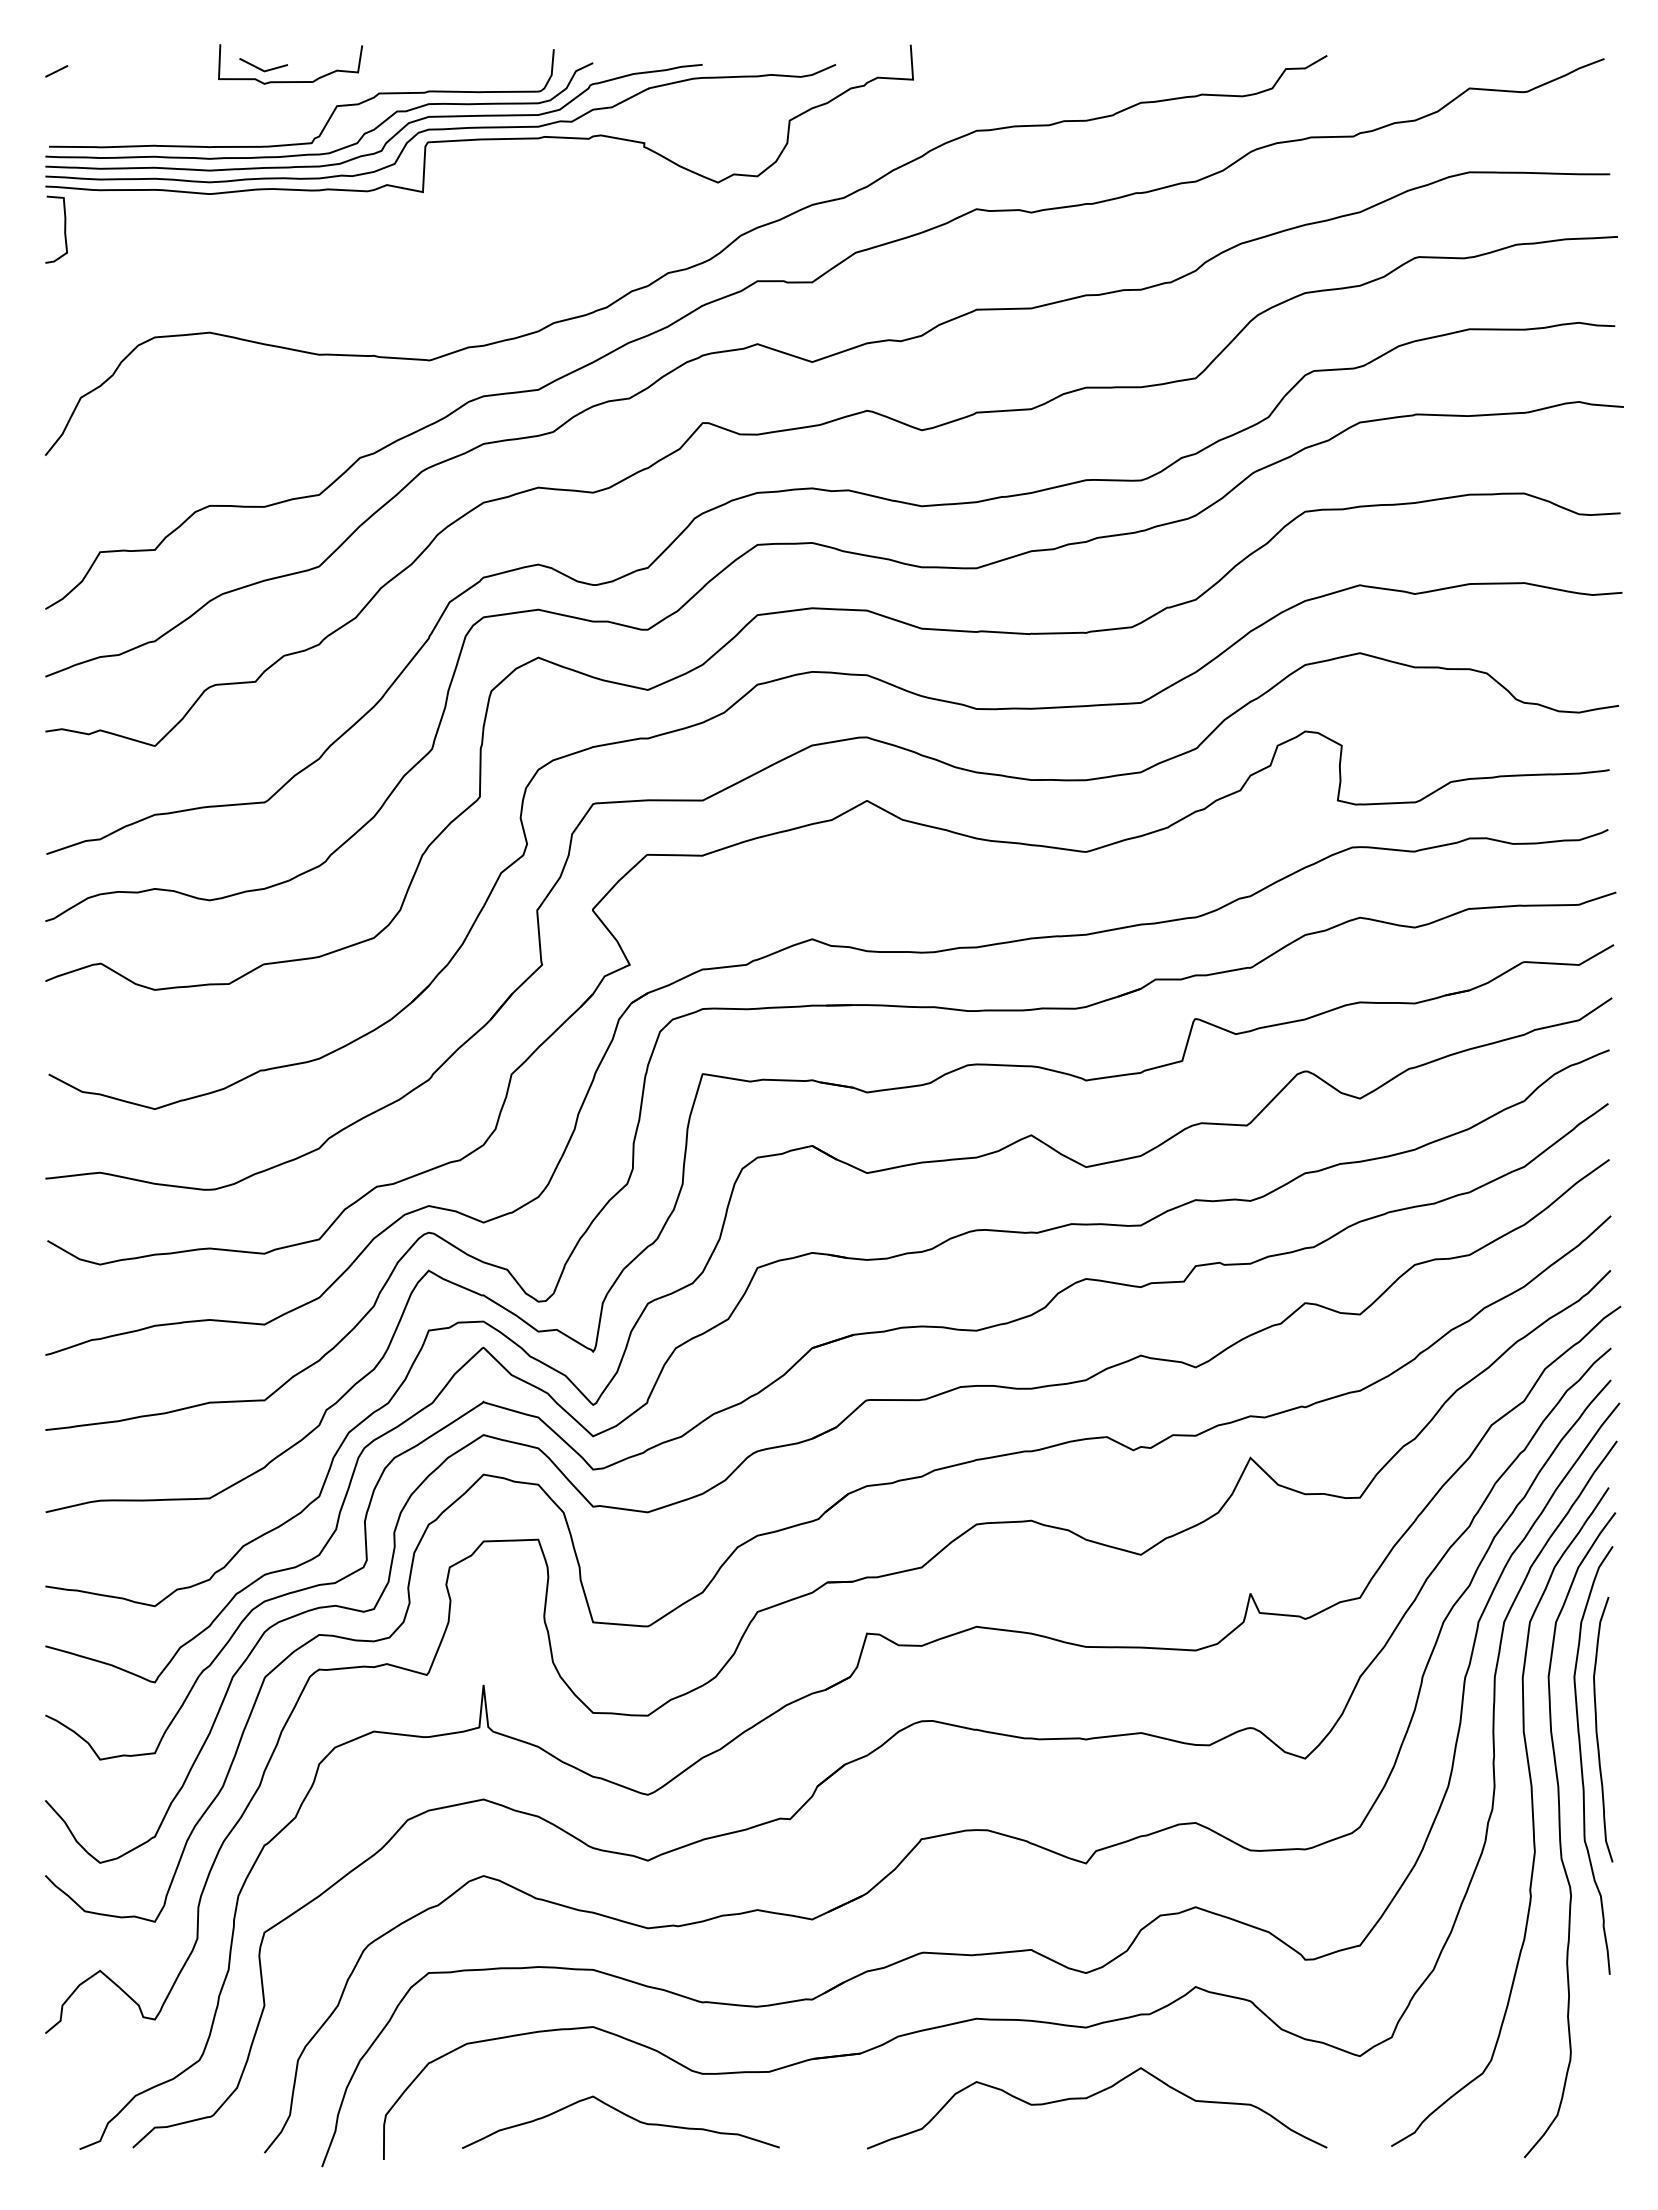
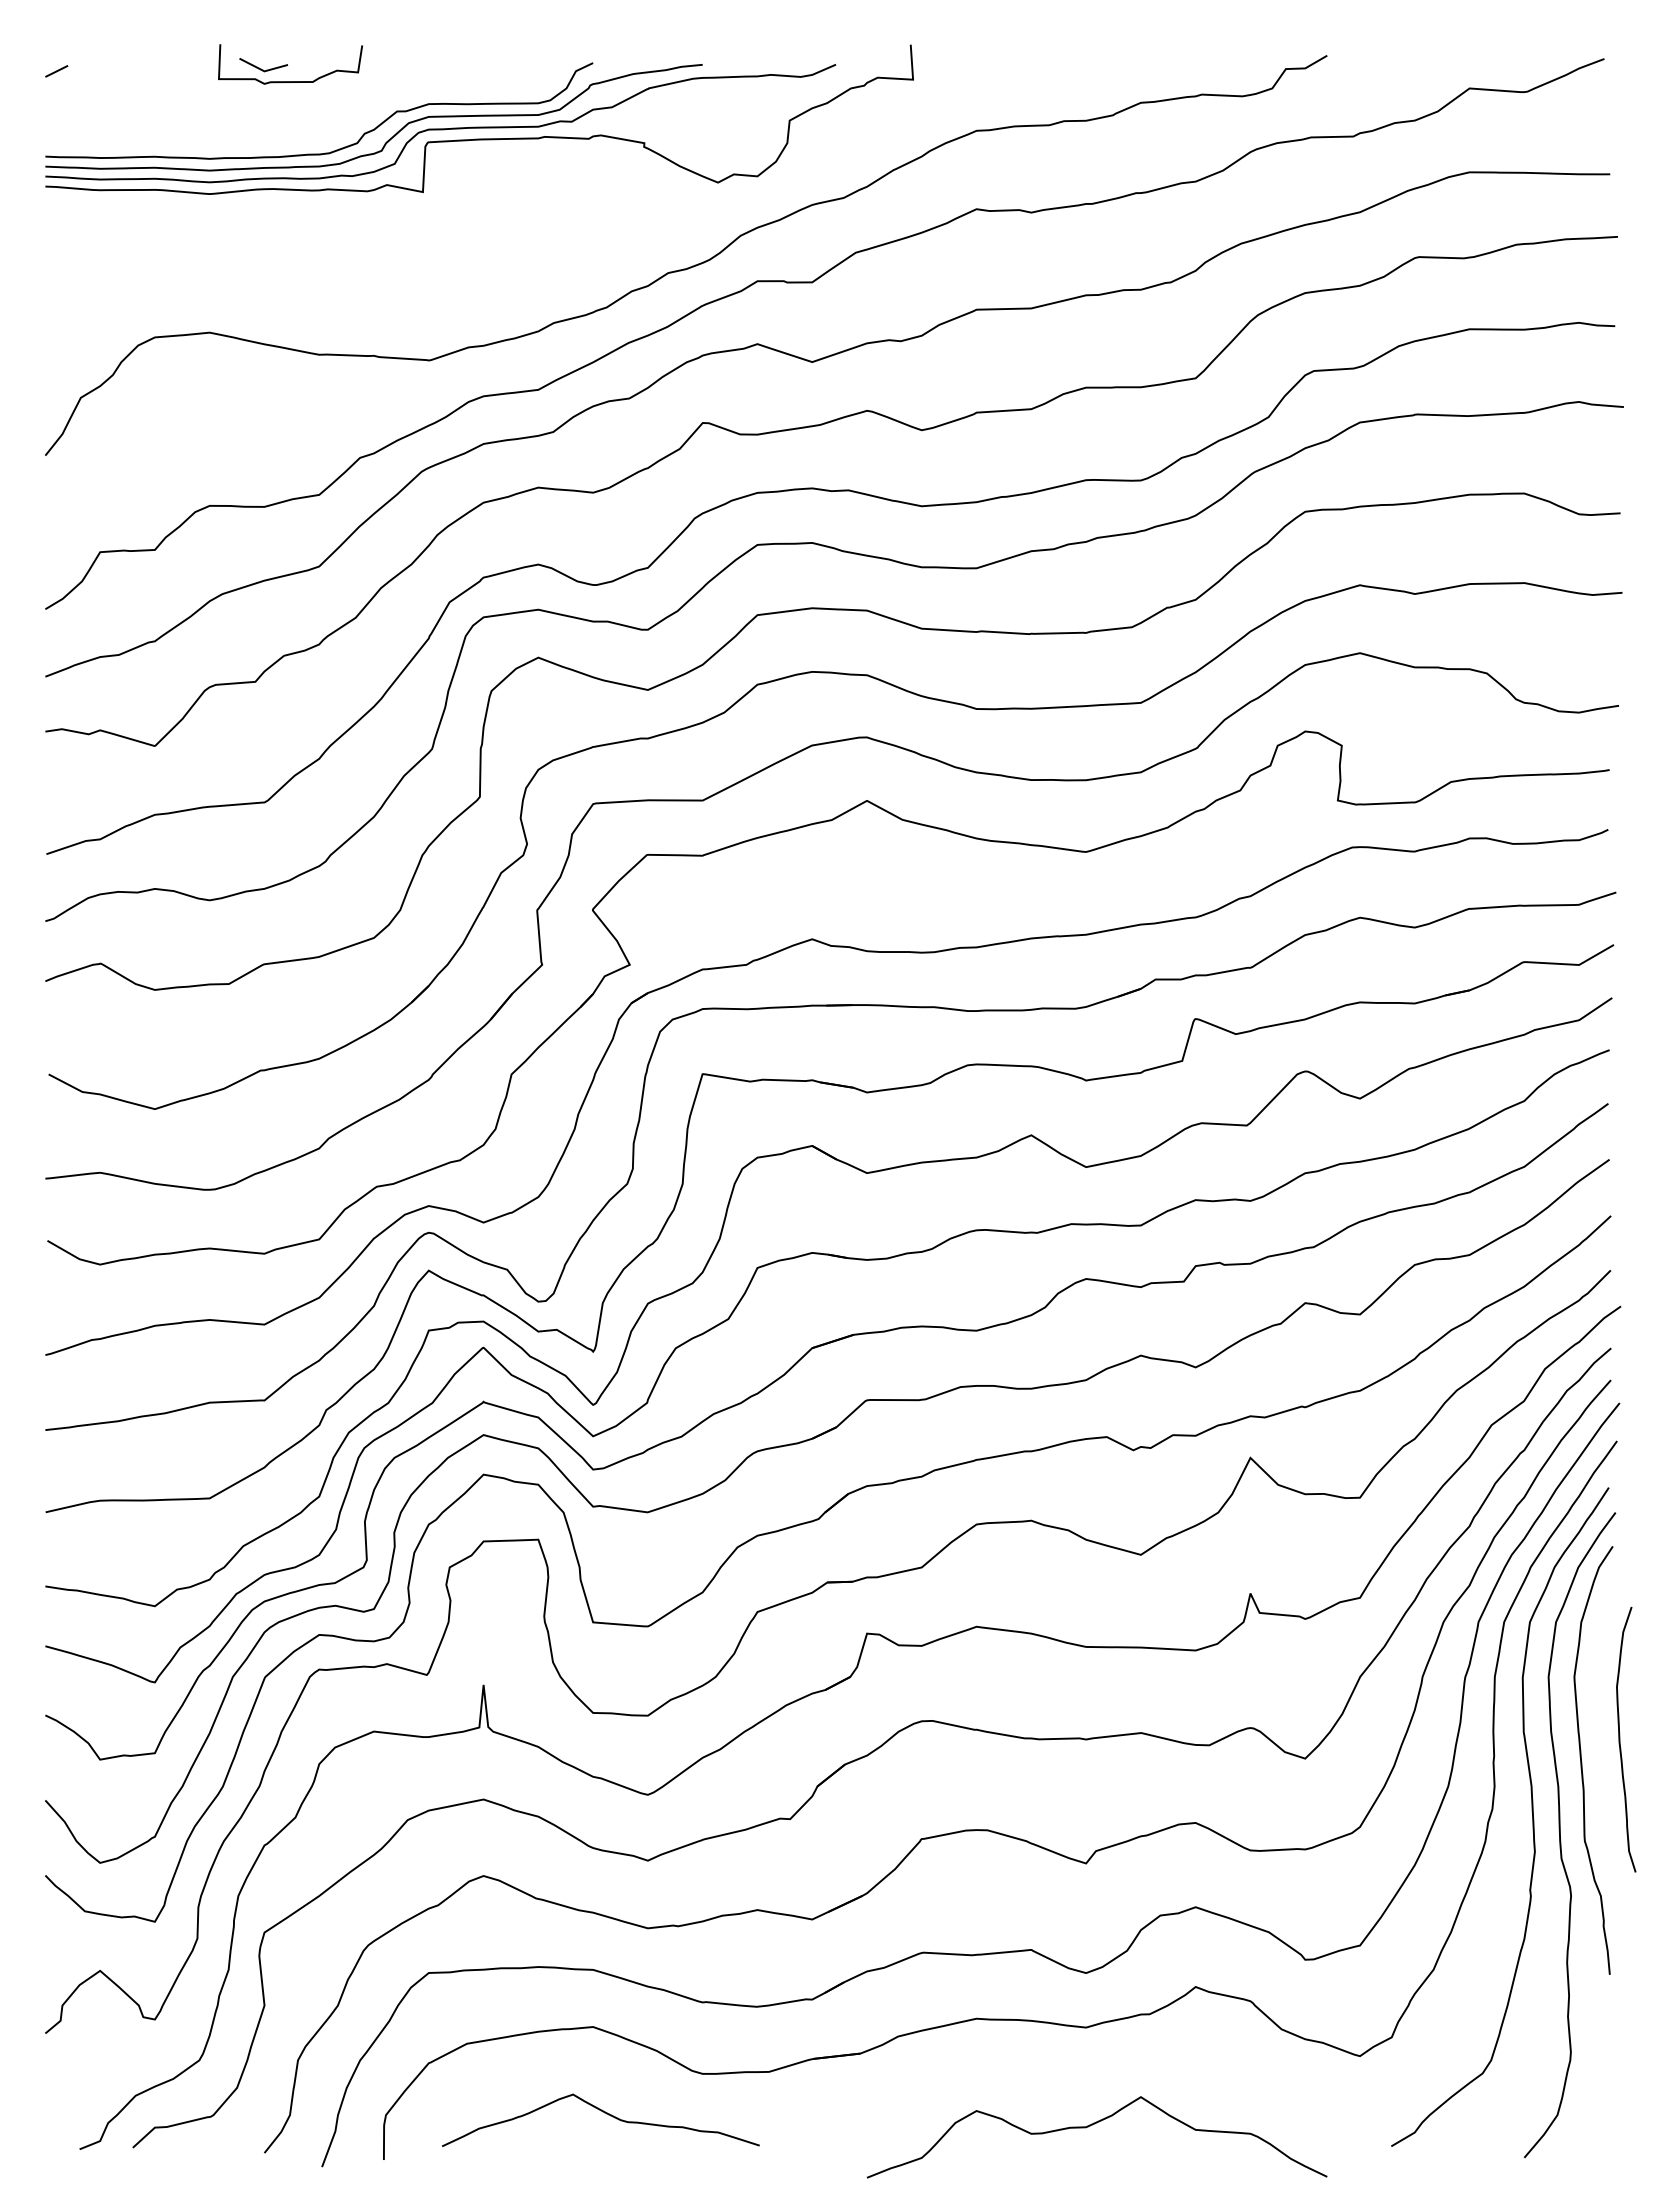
curve at (329, 116): present -> none
curve at (64, 229): present -> none
curve at (1597, 1729) position: (1597, 1729) -> (1620, 1739)
curve at (1092, 2096) position: (1092, 2096) -> (1092, 2125)
curve at (624, 2115) position: (624, 2115) -> (604, 2113)
